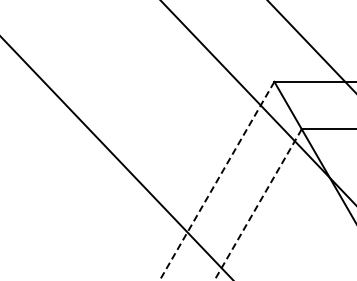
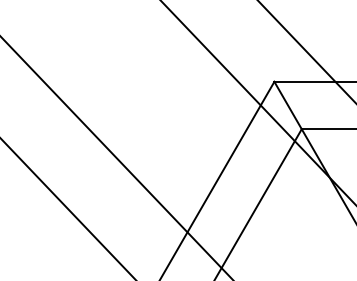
line at (311, 46) position: (311, 46) -> (306, 51)
line at (216, 181): dashed -> solid
line at (257, 205): dashed -> solid
line at (67, 208): none -> present
